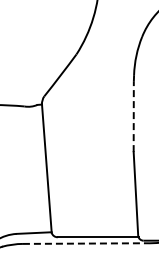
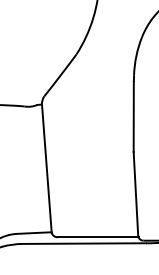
line at (133, 116): dashed -> solid
line at (84, 243): dashed -> solid
